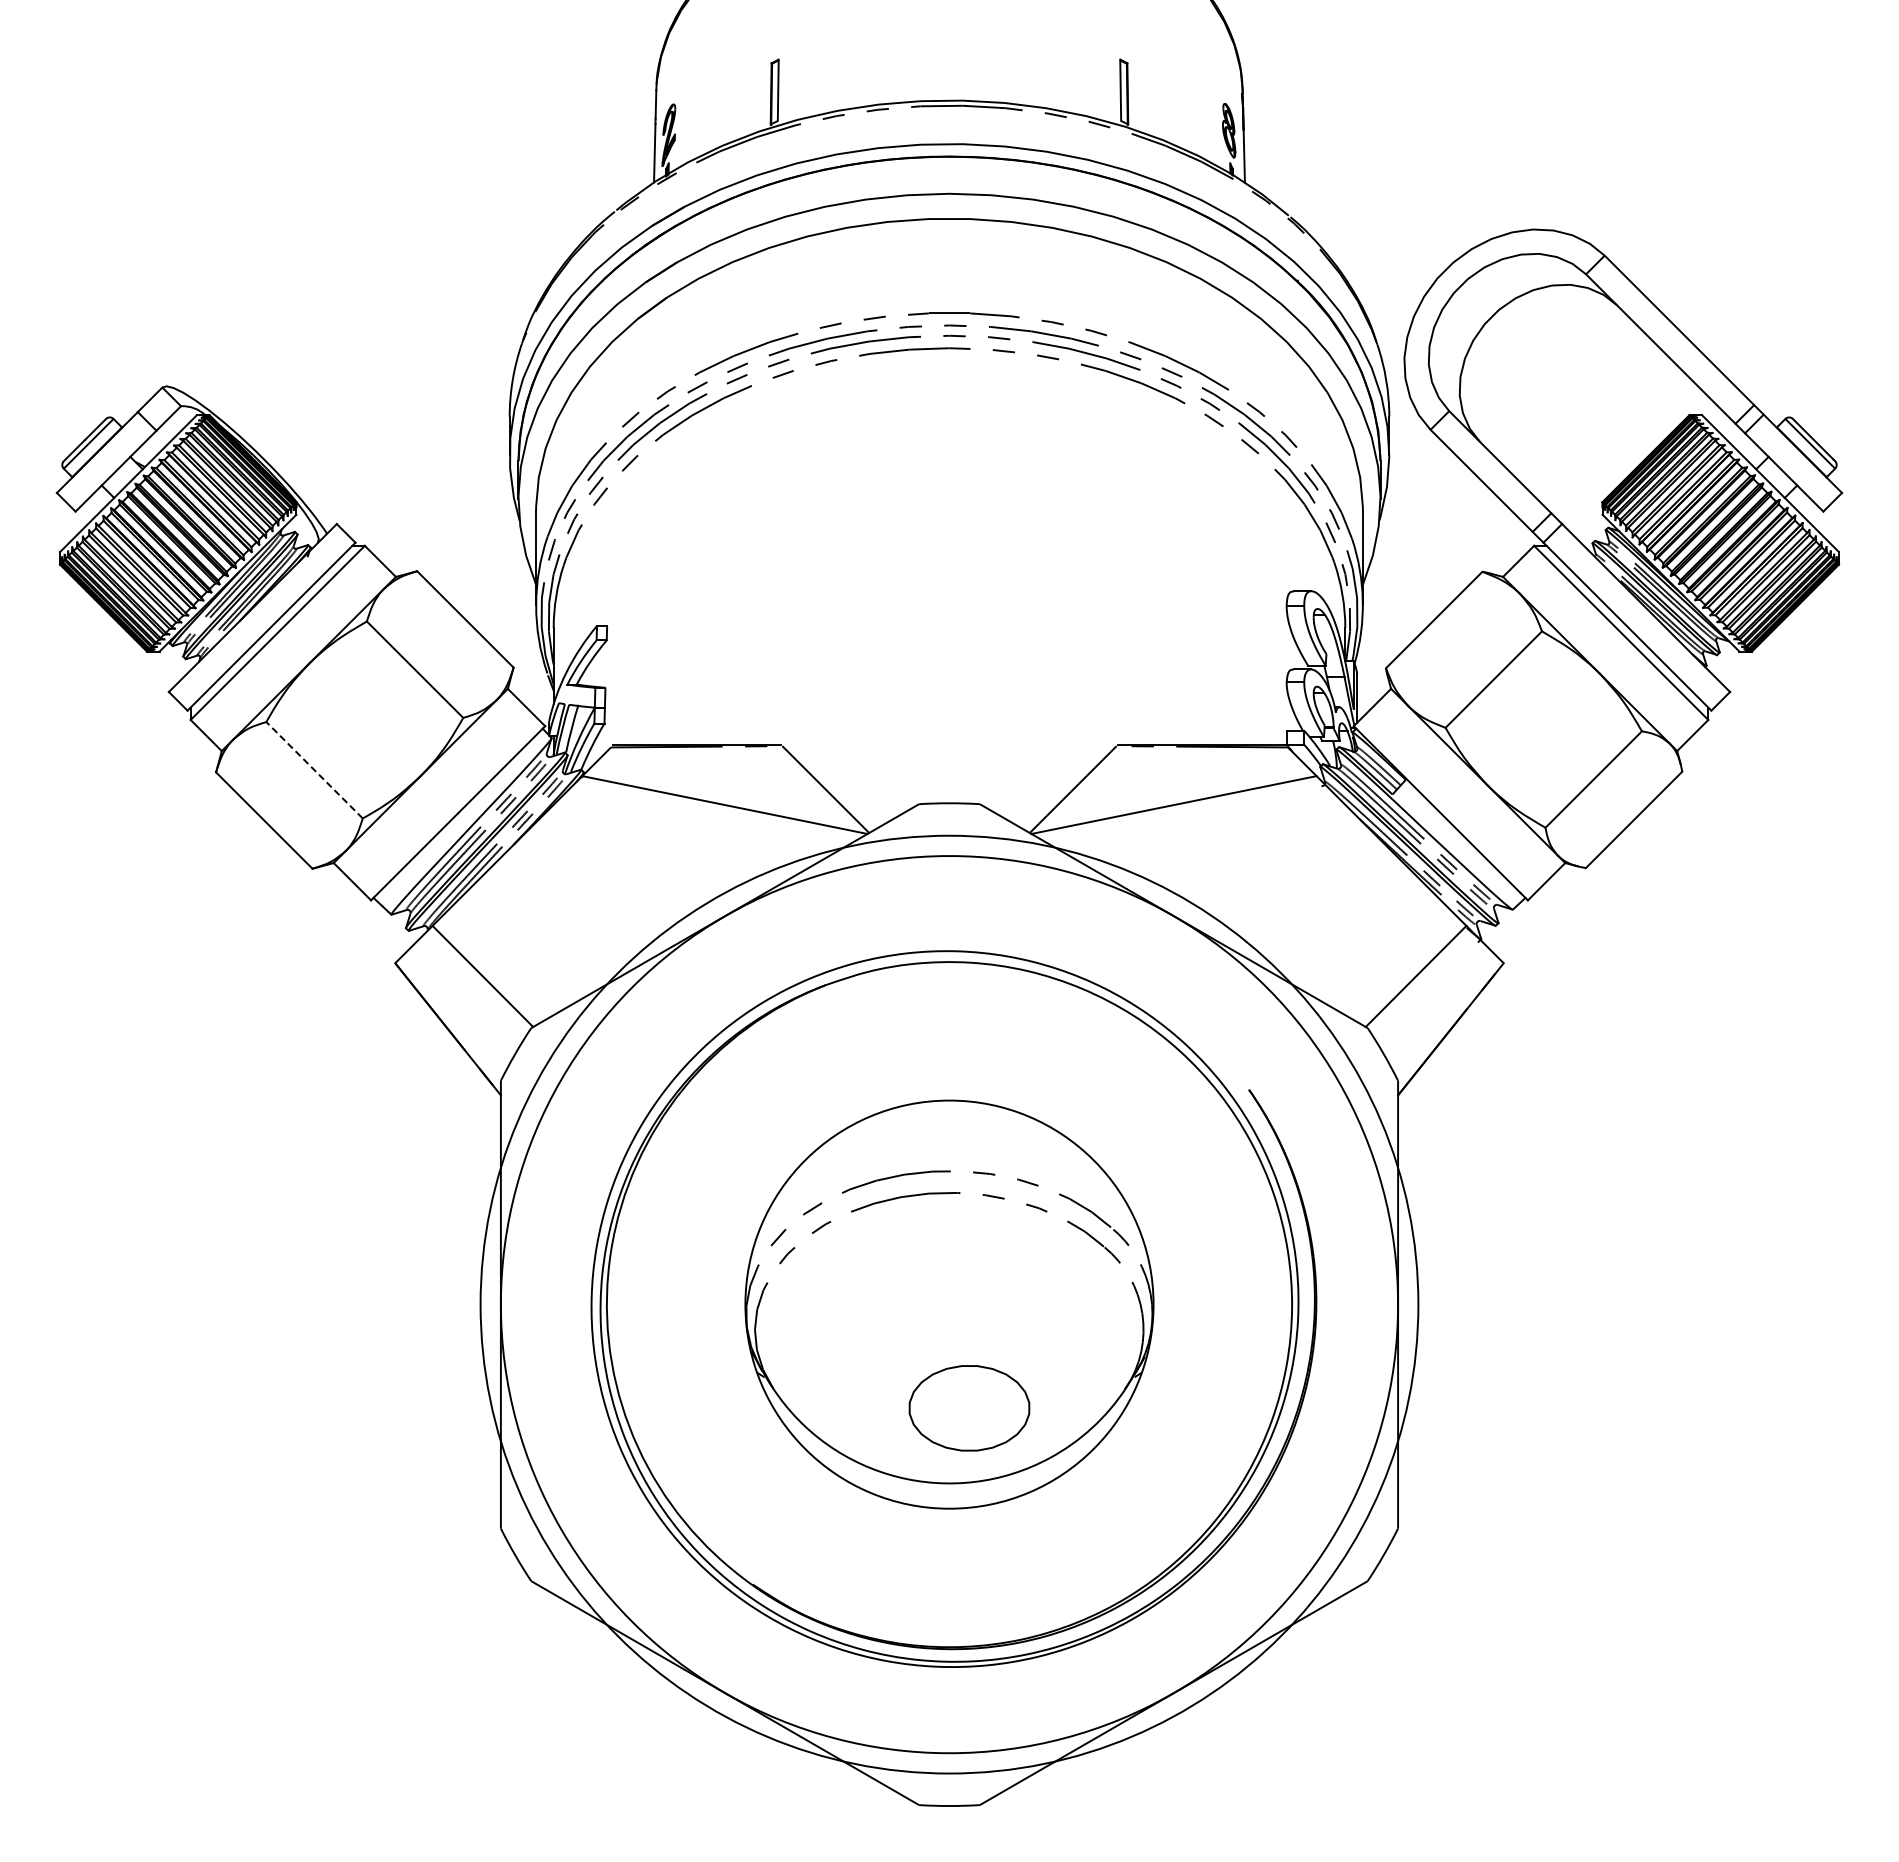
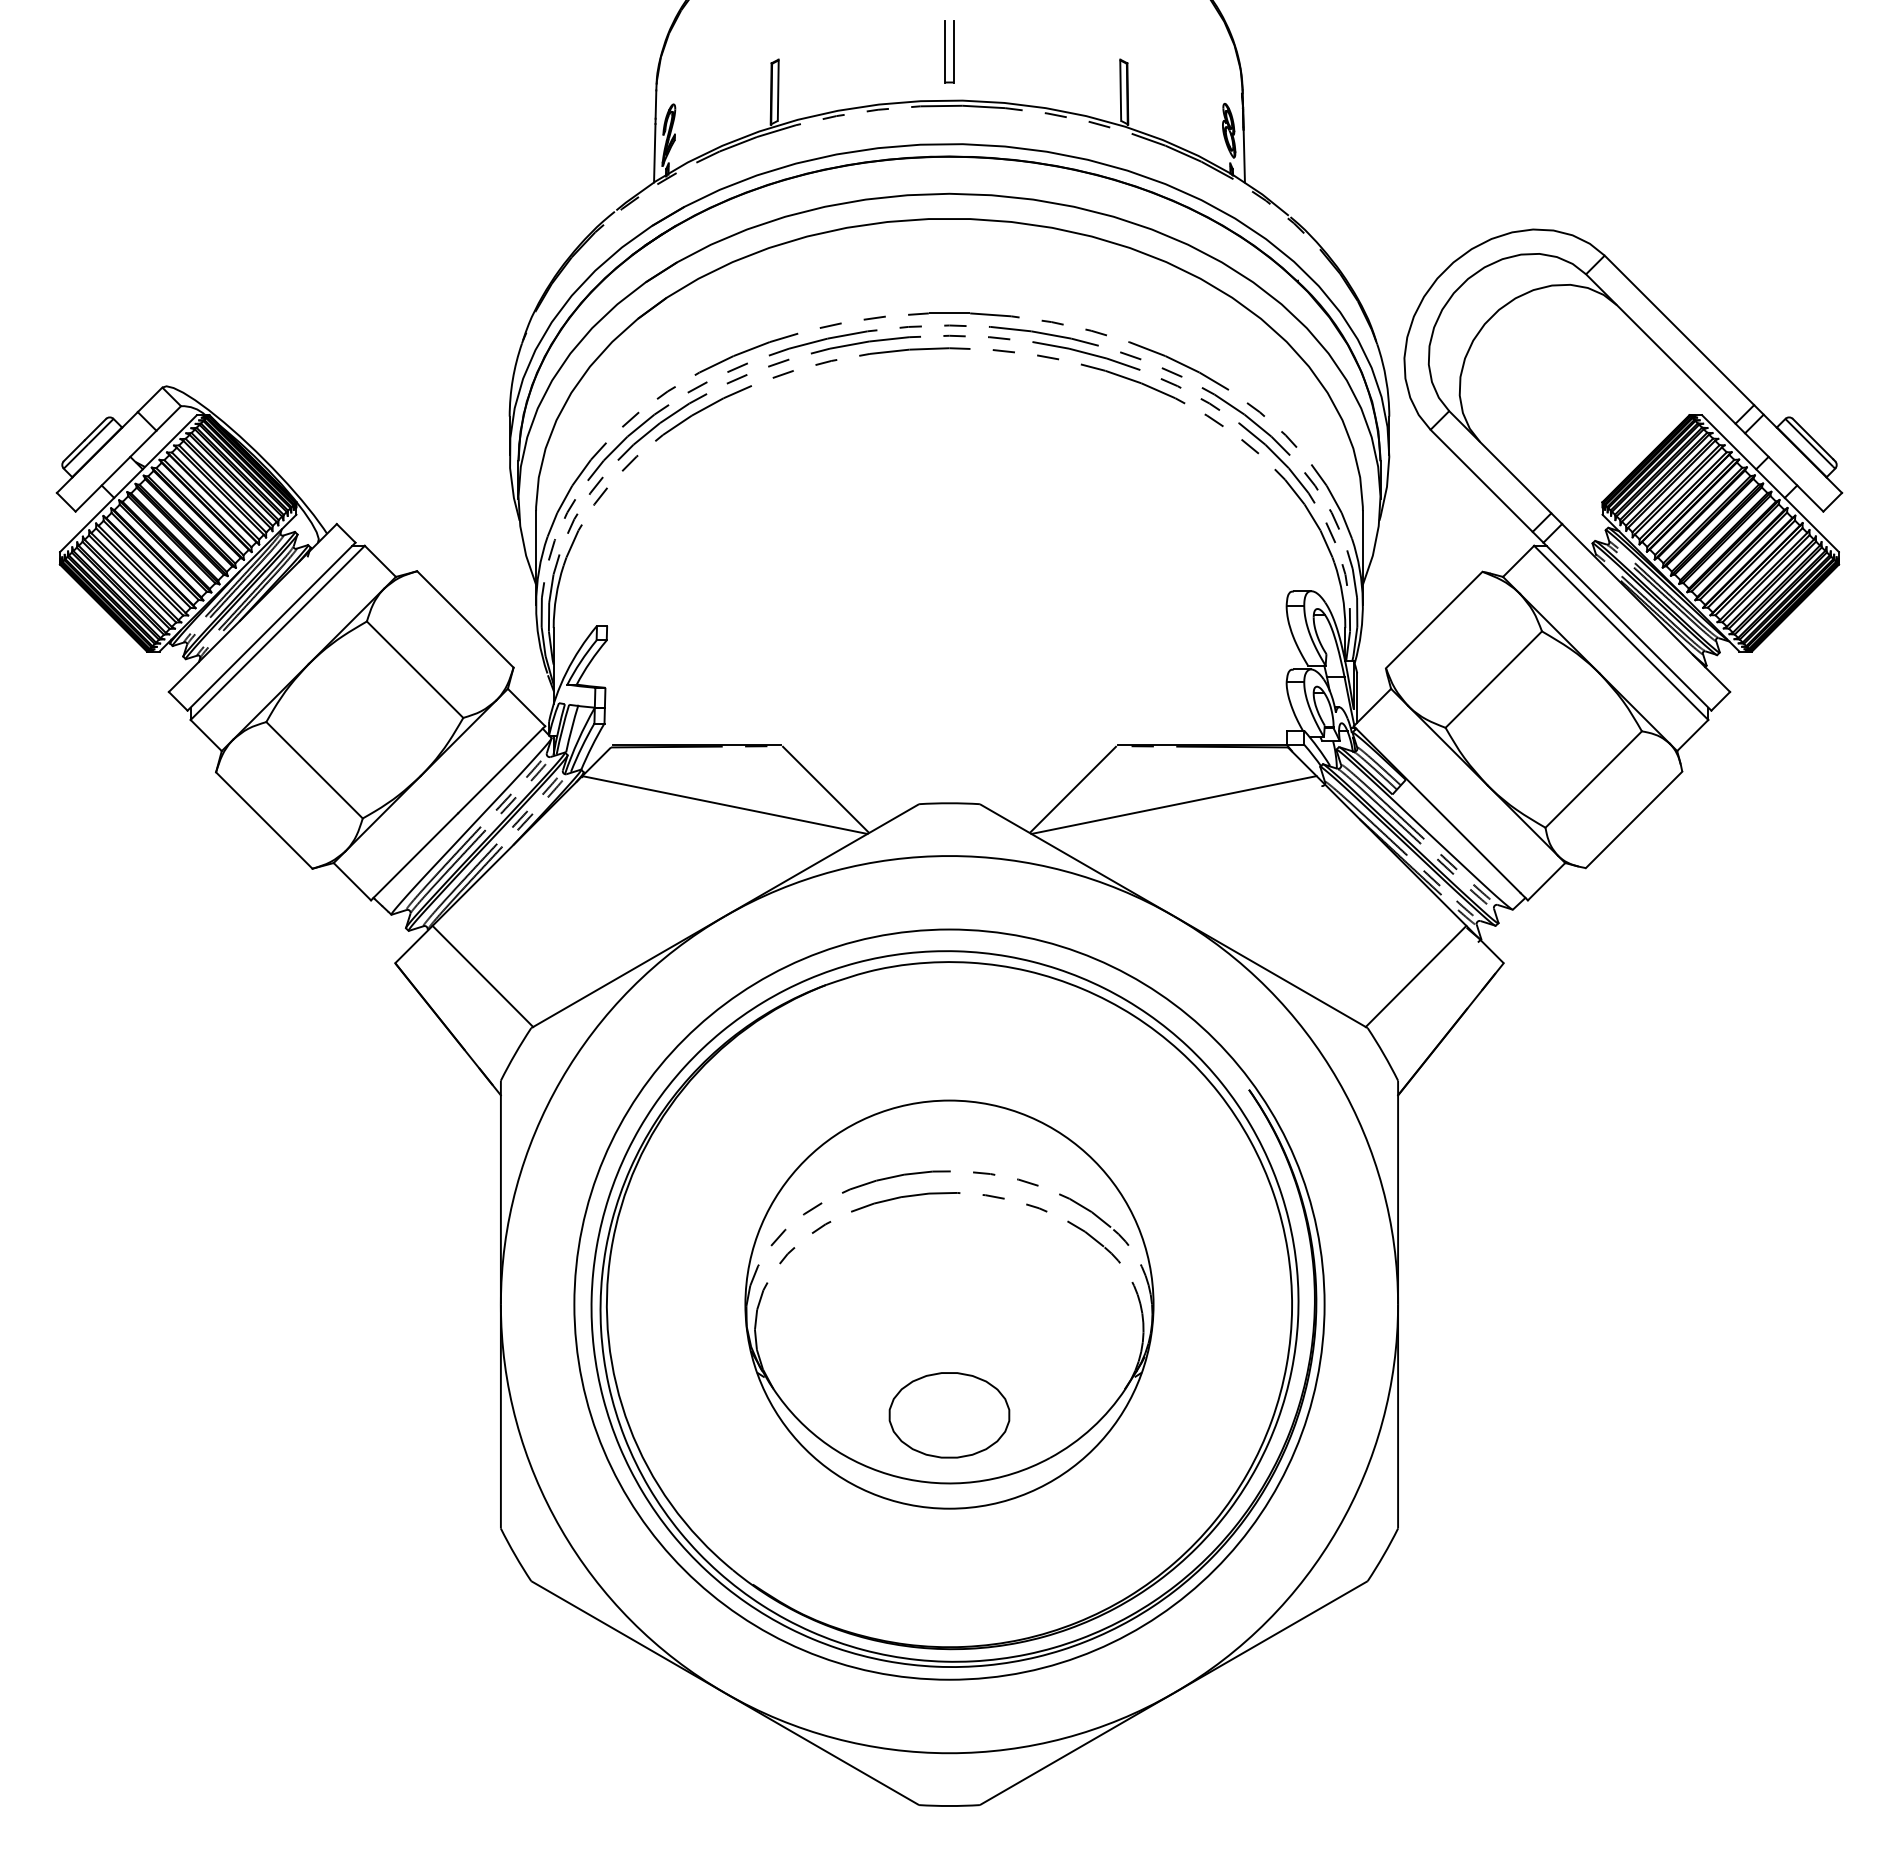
part at (949, 51): none -> present
line at (314, 769): dashed -> solid
circle at (949, 1304) diameter: 938 px -> 750 px
part at (969, 1408) position: (969, 1408) -> (949, 1415)
